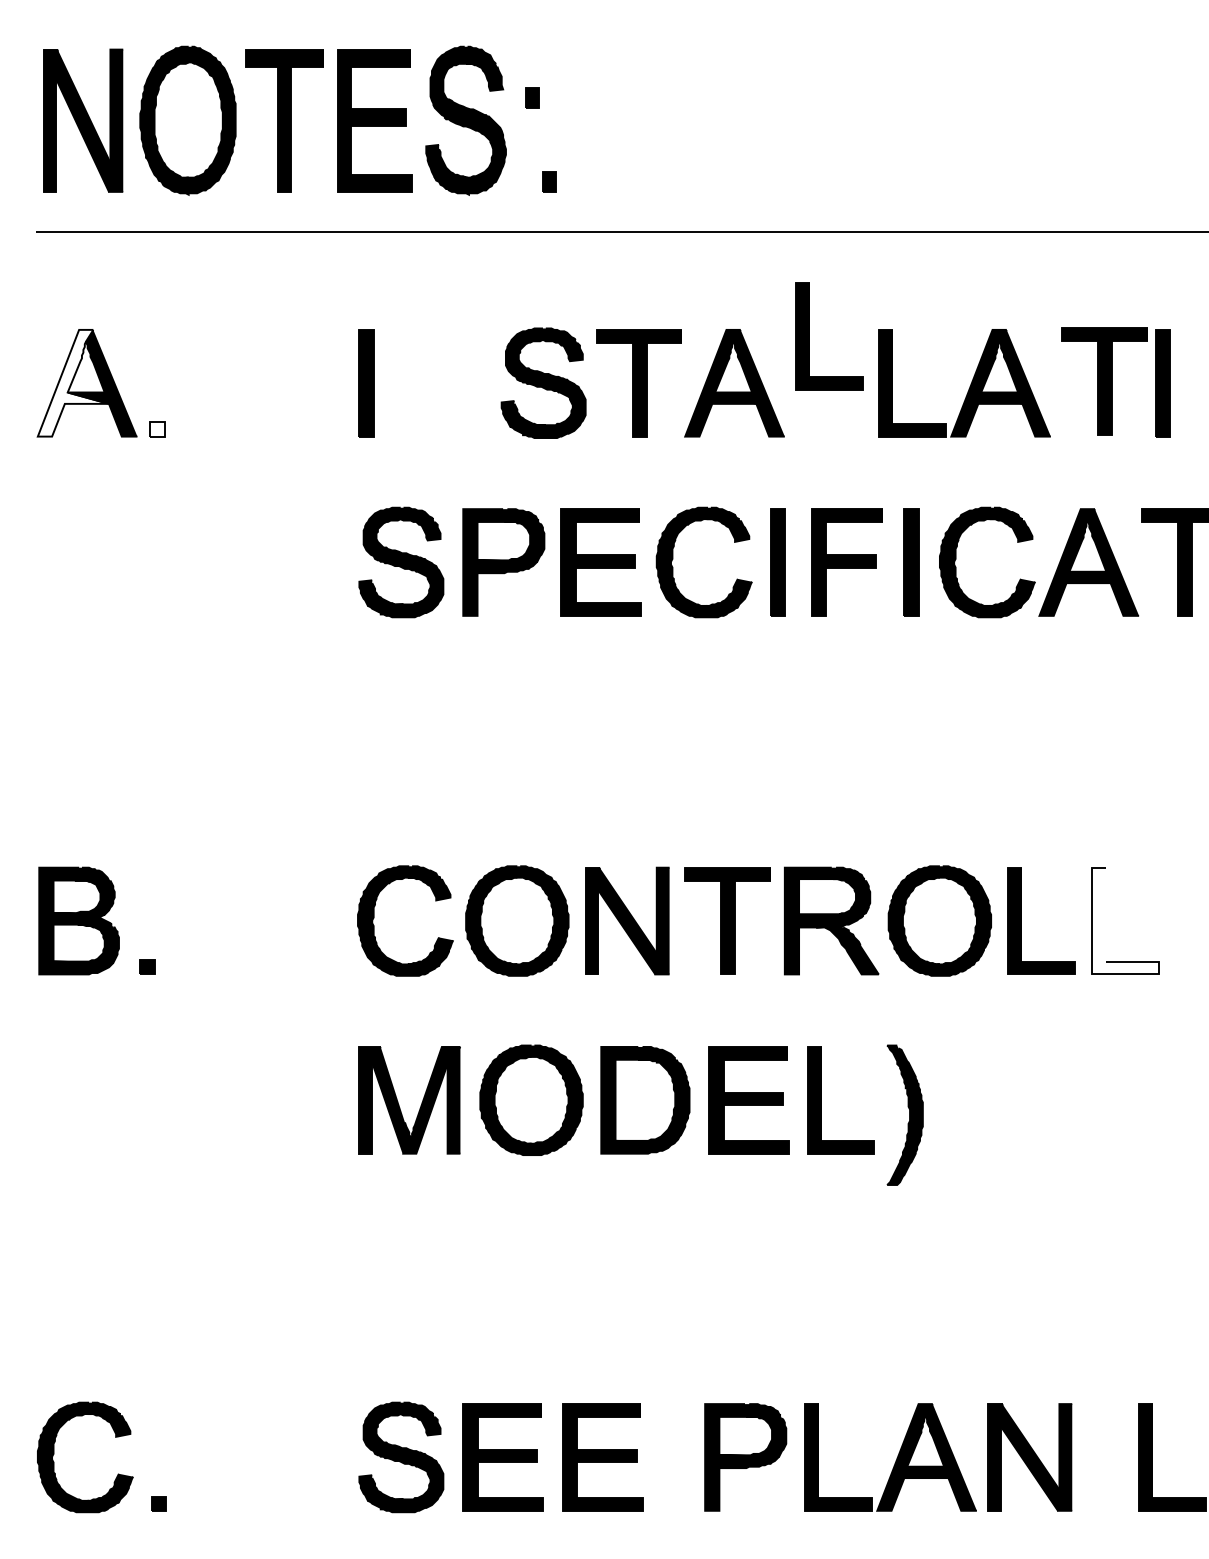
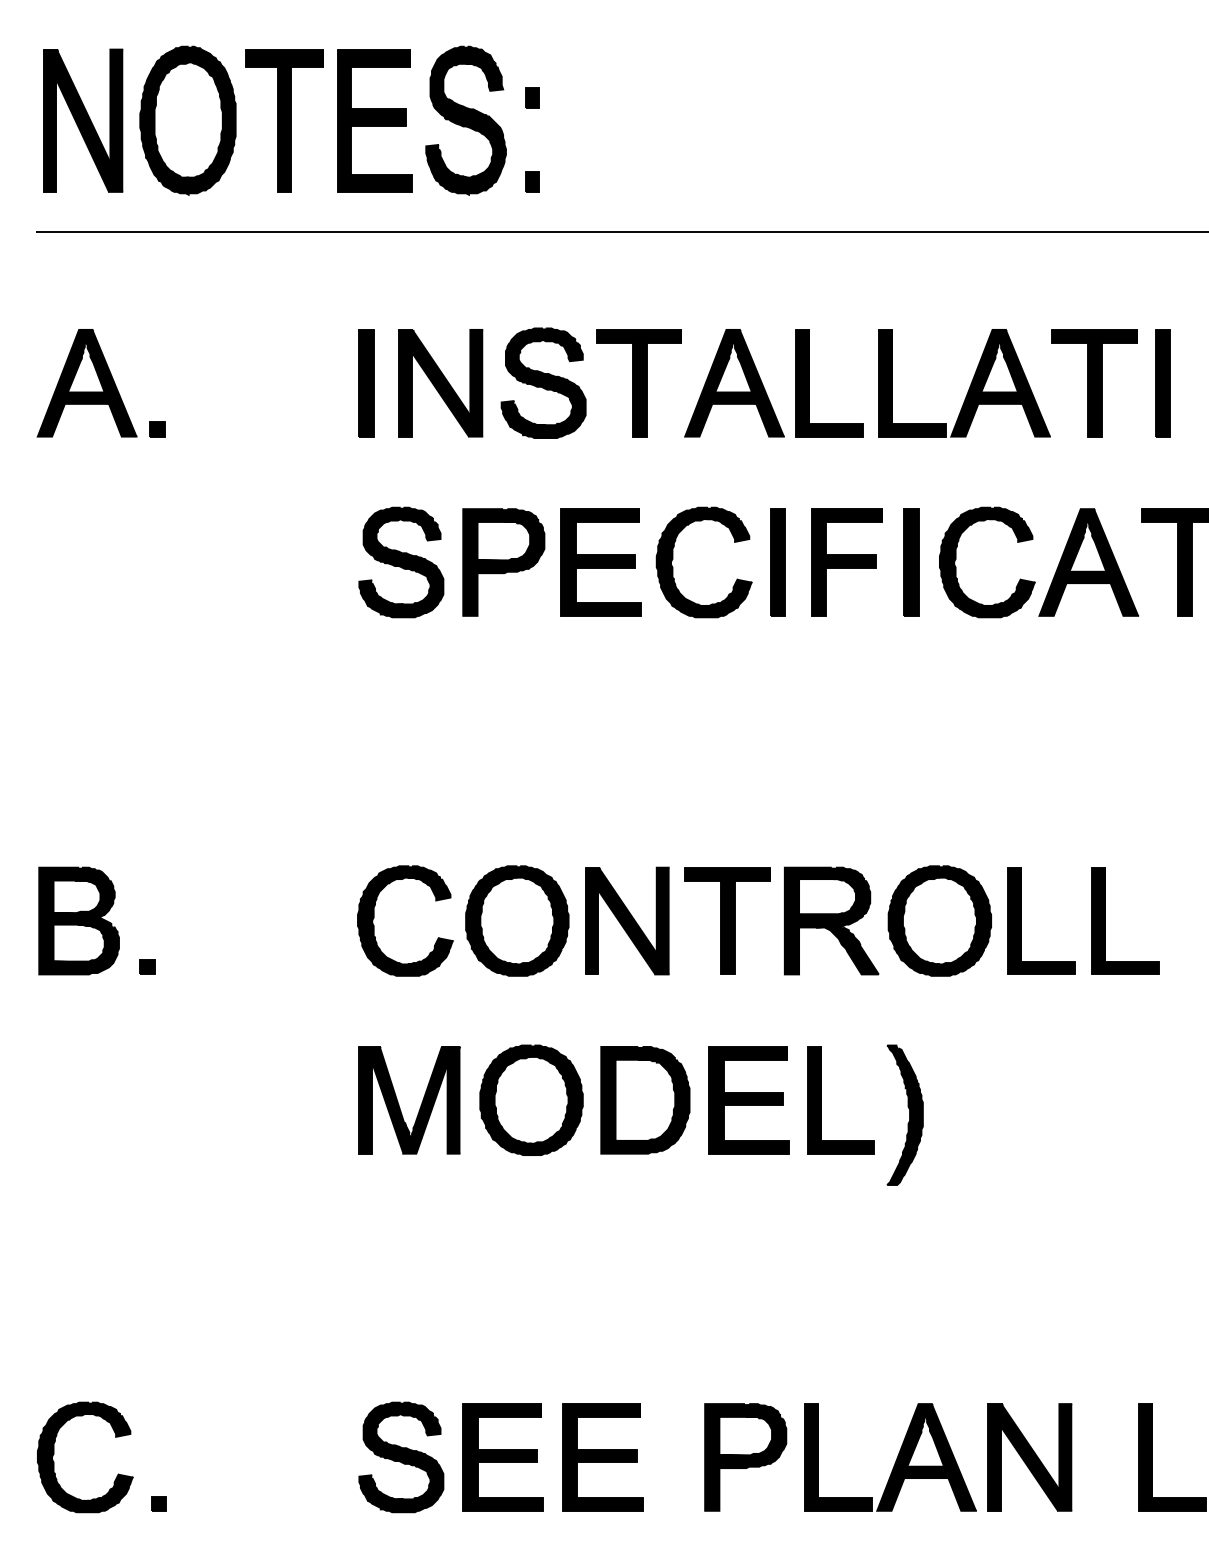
part at (549, 181) position: (549, 181) -> (532, 181)
part at (809, 336) position: (809, 336) -> (809, 383)
part at (1104, 381) position: (1104, 381) -> (1094, 383)
fill at (73, 382): none -> present
part at (440, 383): none -> present
fill at (157, 429): none -> present
fill at (1125, 920): none -> present
